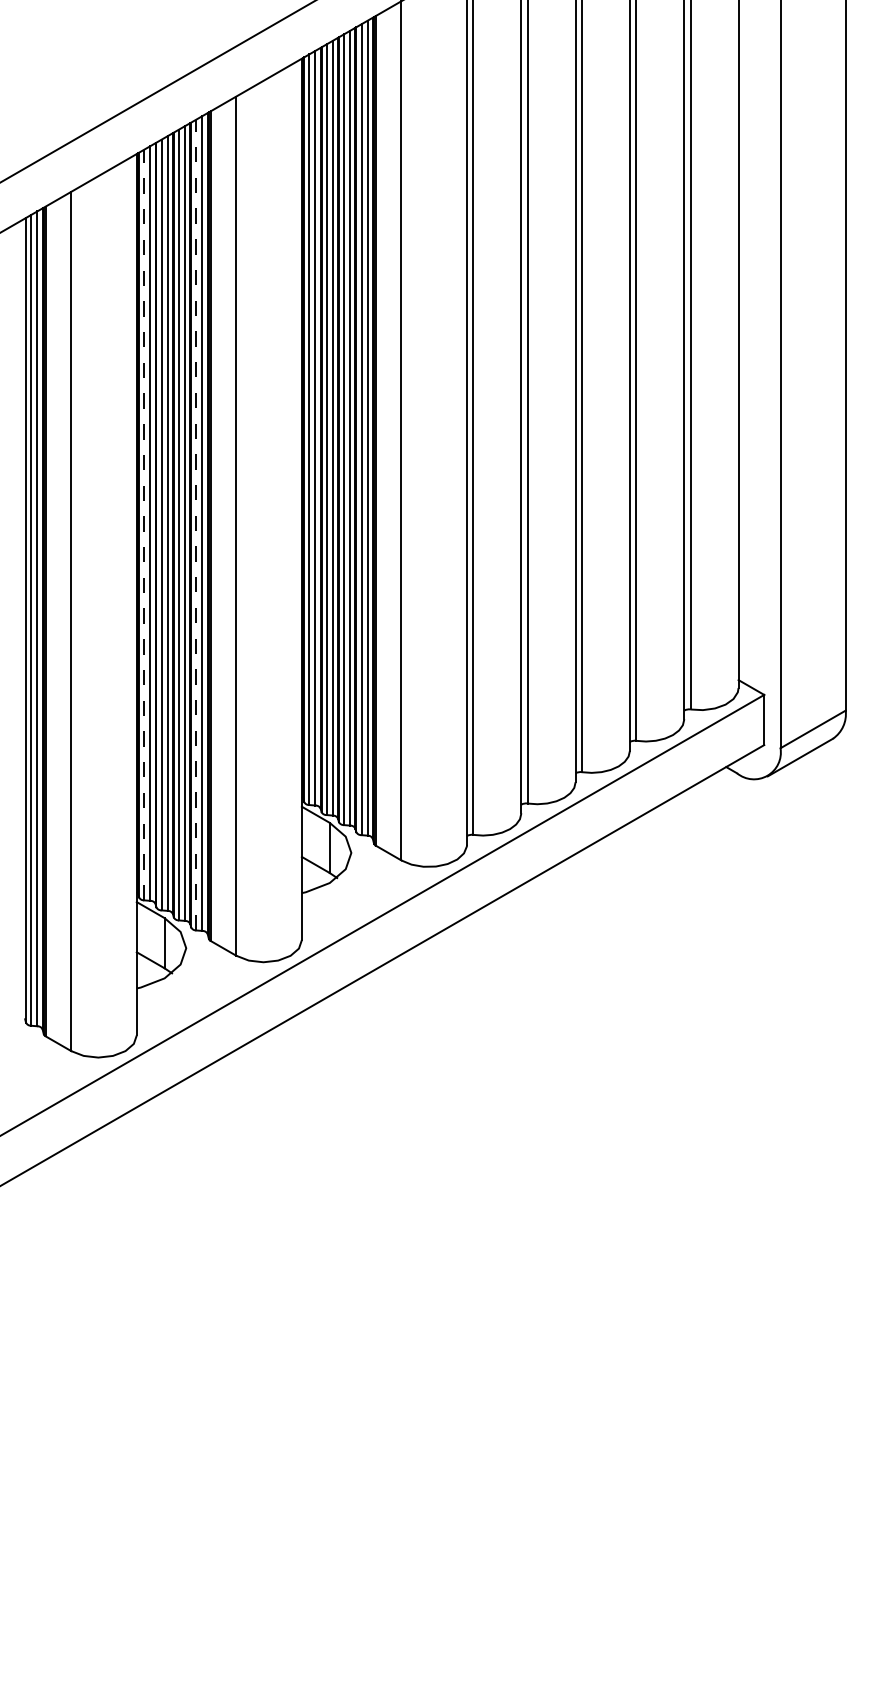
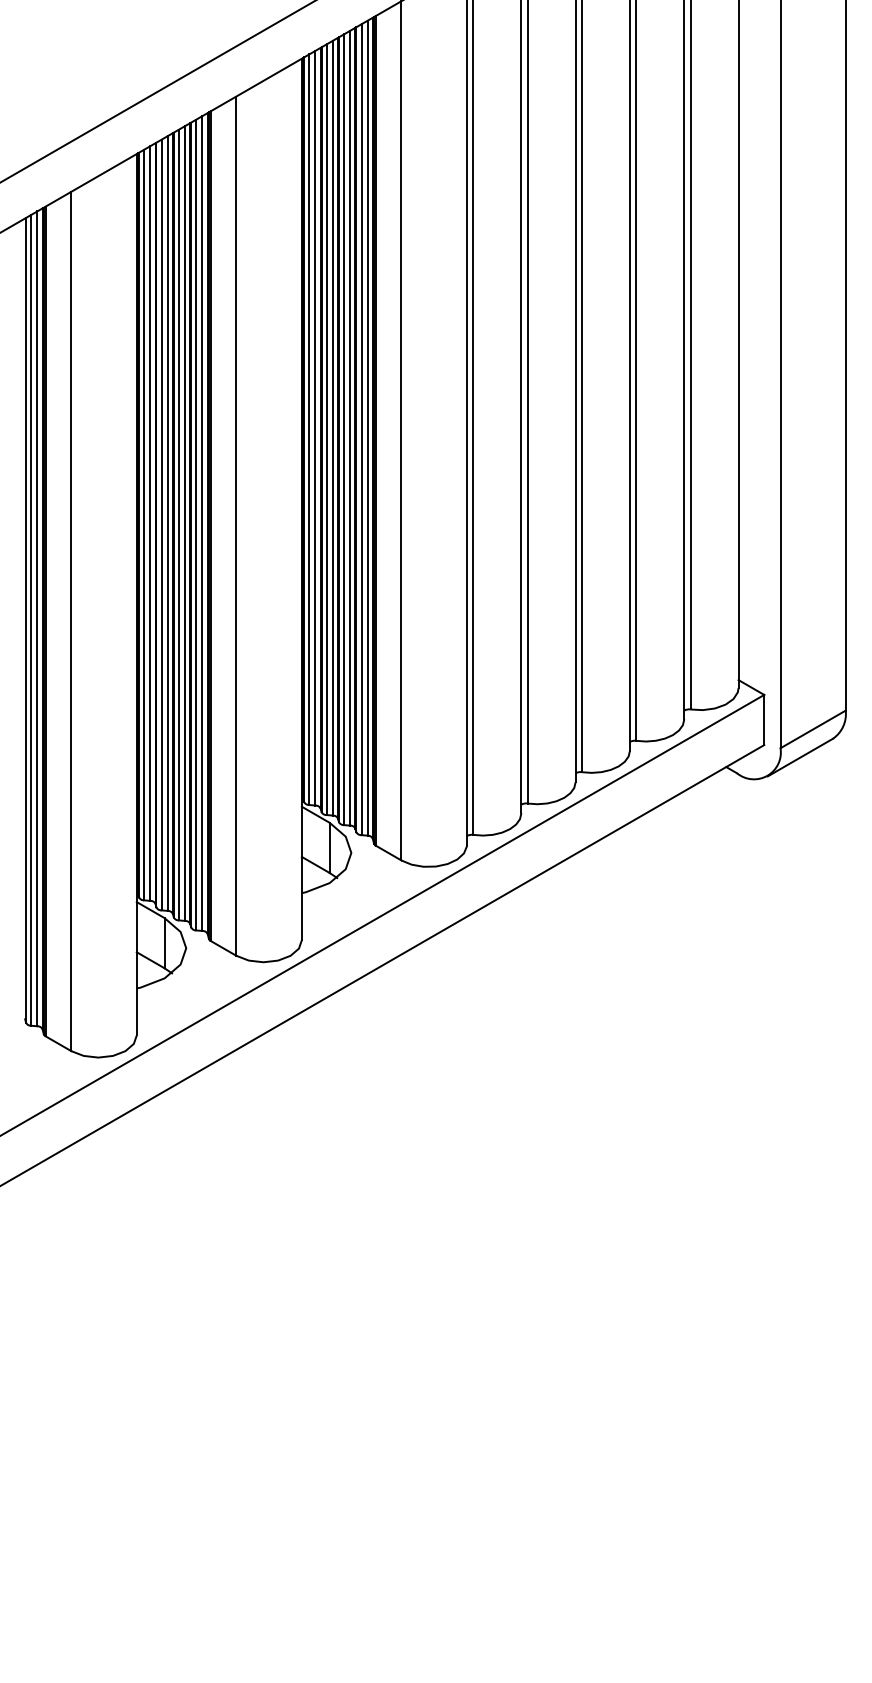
line at (144, 524): dashed -> solid
line at (196, 524): dashed -> solid
